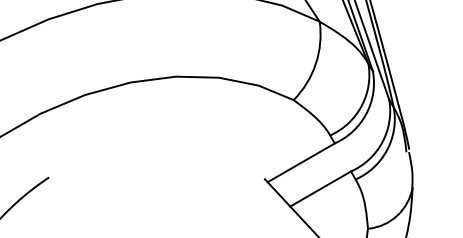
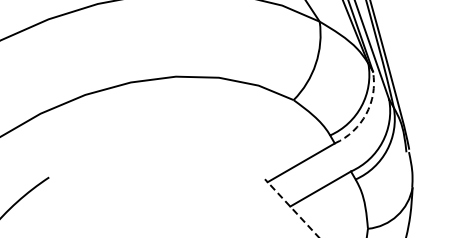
arc at (366, 114): solid -> dashed
line at (292, 208): solid -> dashed
